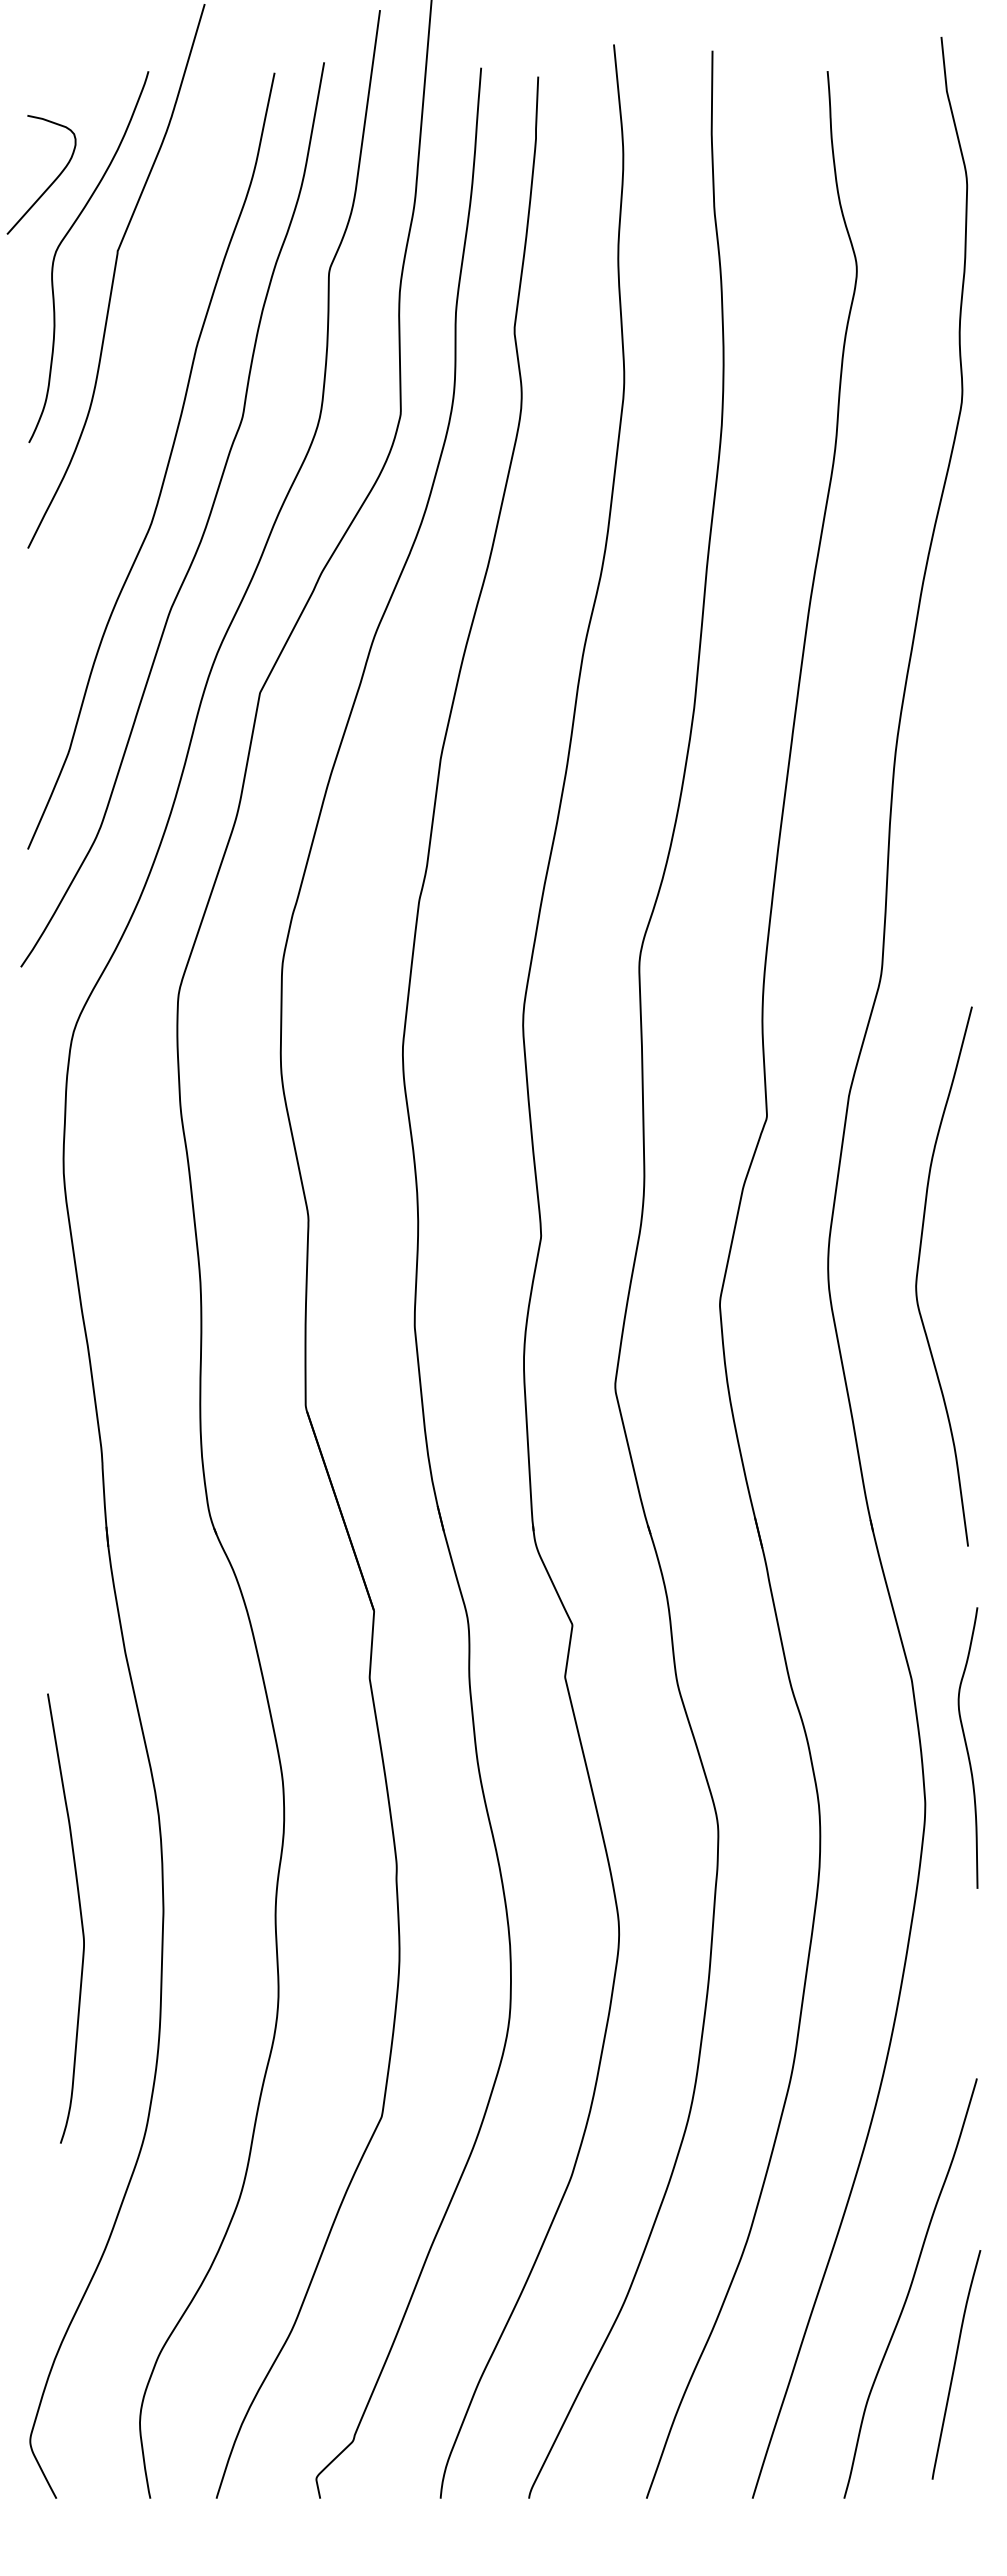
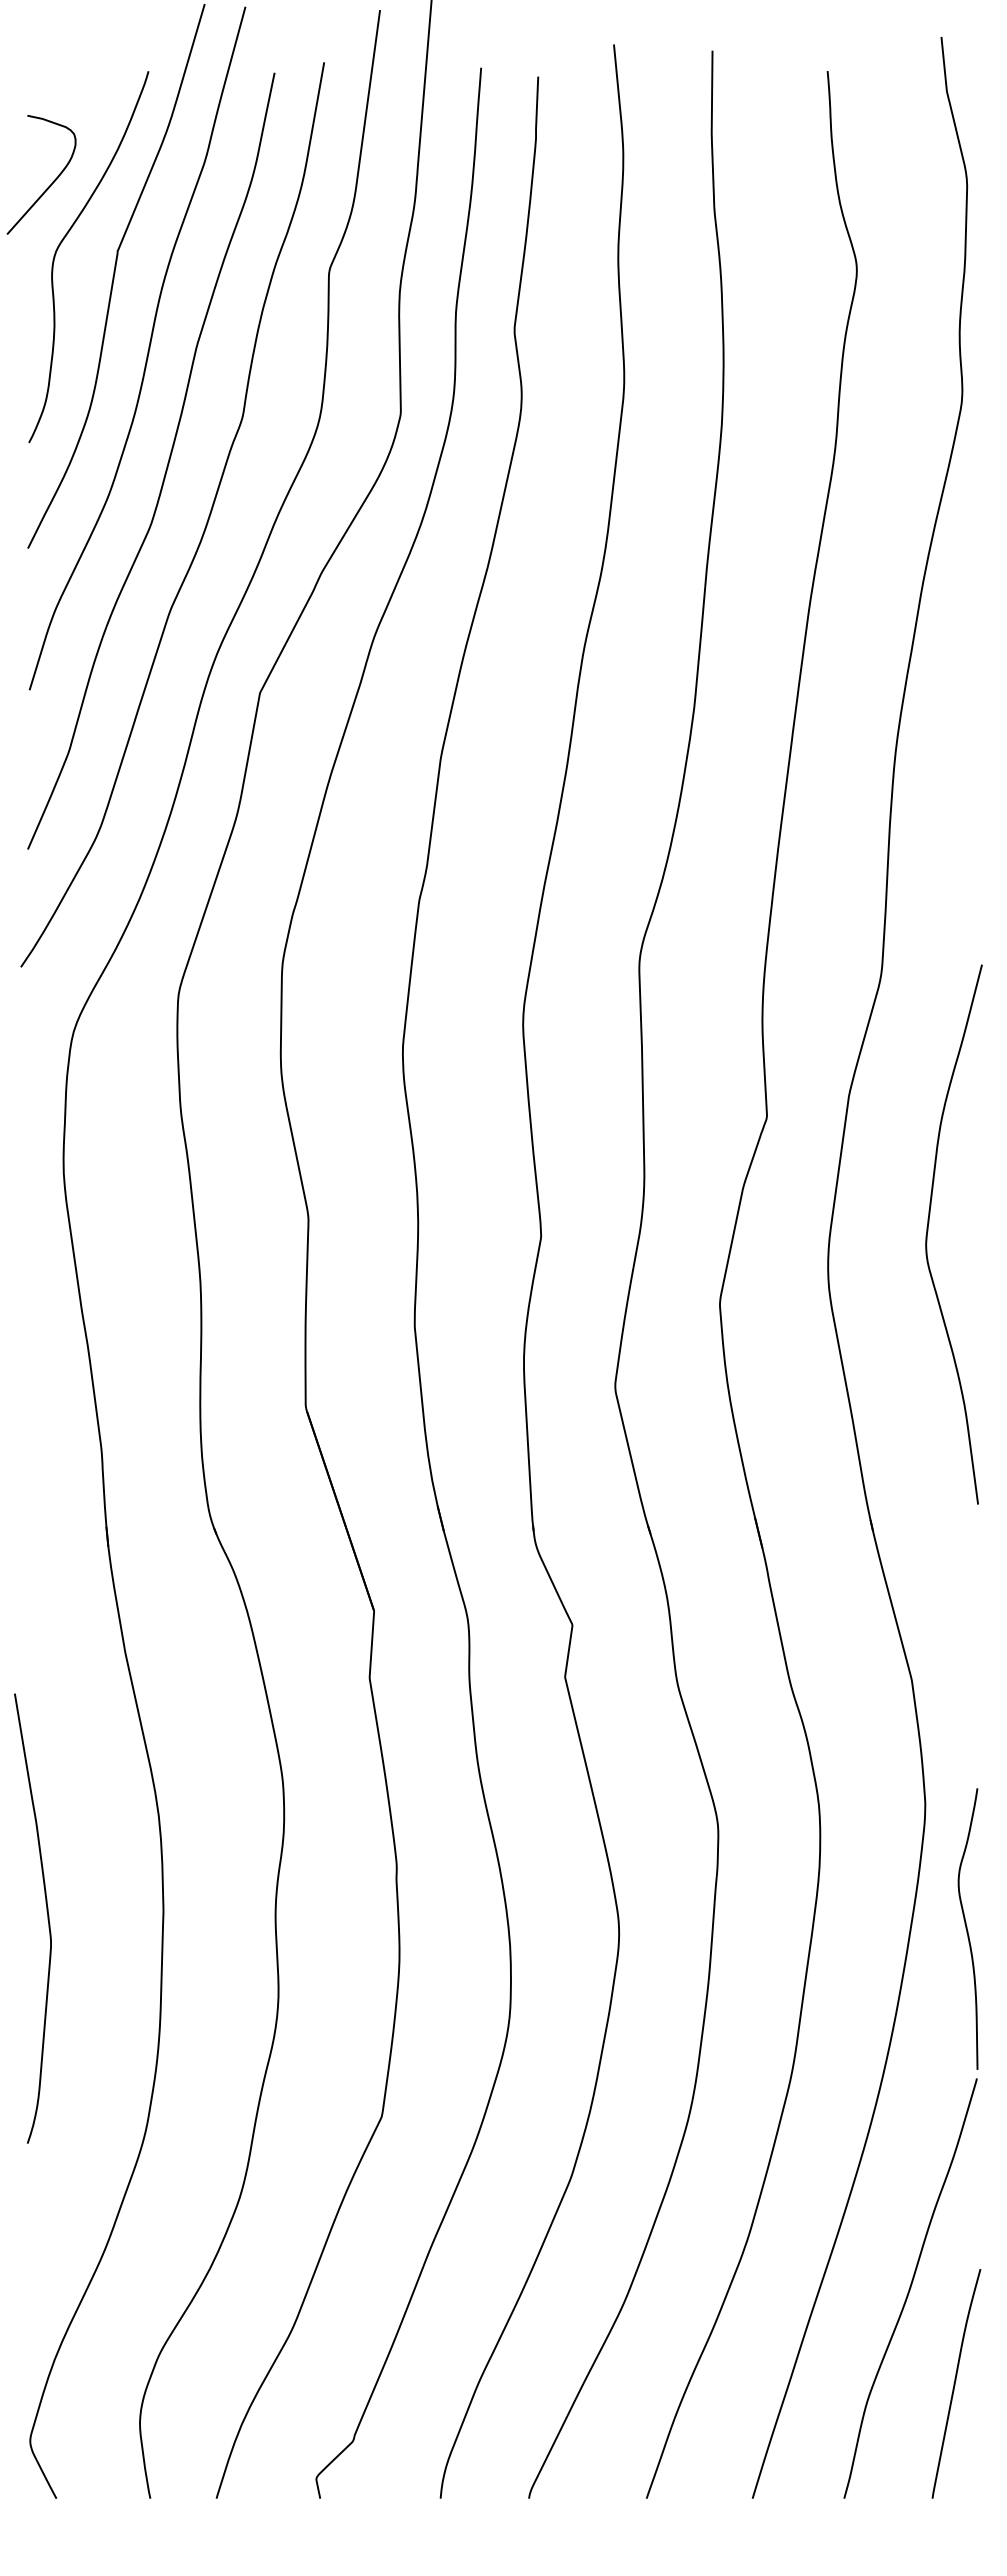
curve at (147, 351): none -> present
curve at (918, 1273) position: (918, 1273) -> (928, 1231)
curve at (967, 1747) position: (967, 1747) -> (967, 1928)
curve at (80, 1918) position: (80, 1918) -> (47, 1918)
curve at (955, 2364) position: (955, 2364) -> (955, 2383)
